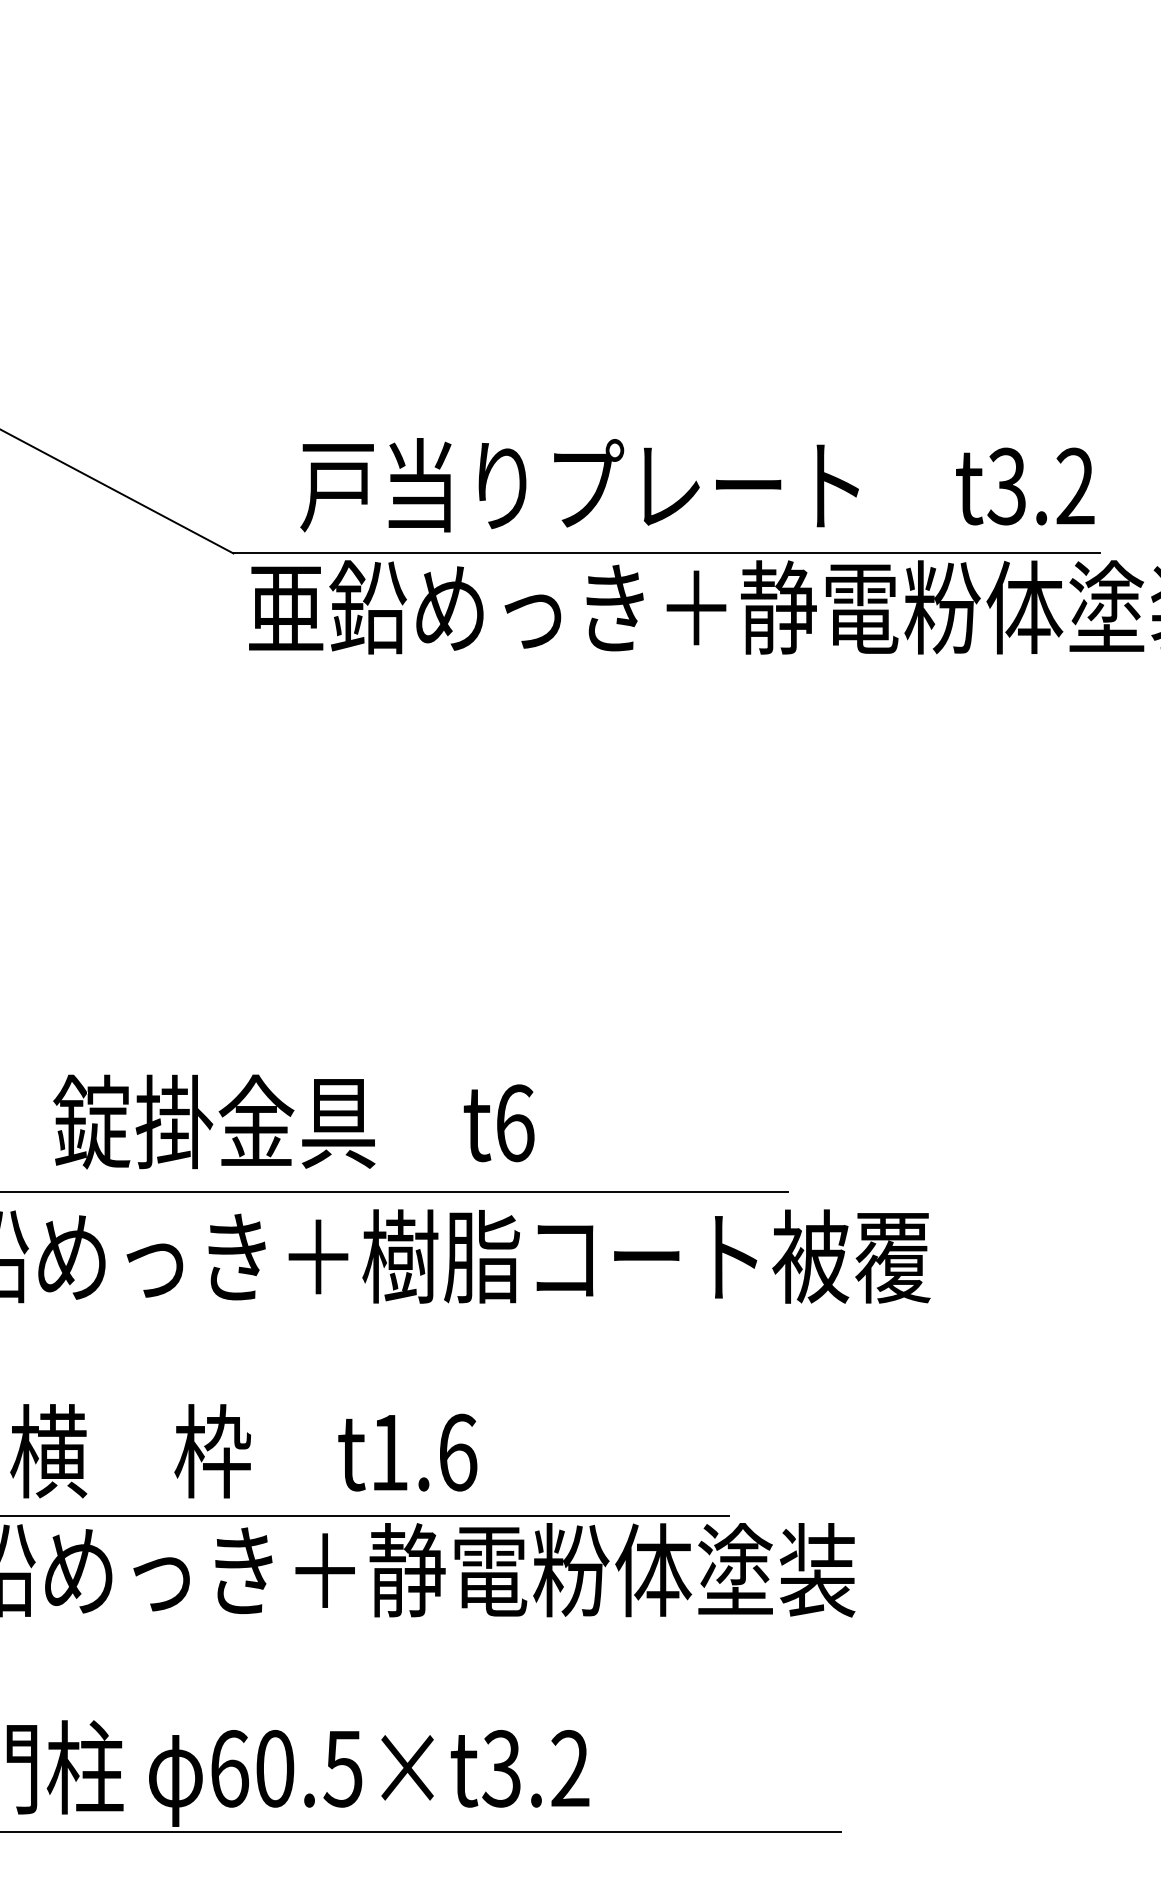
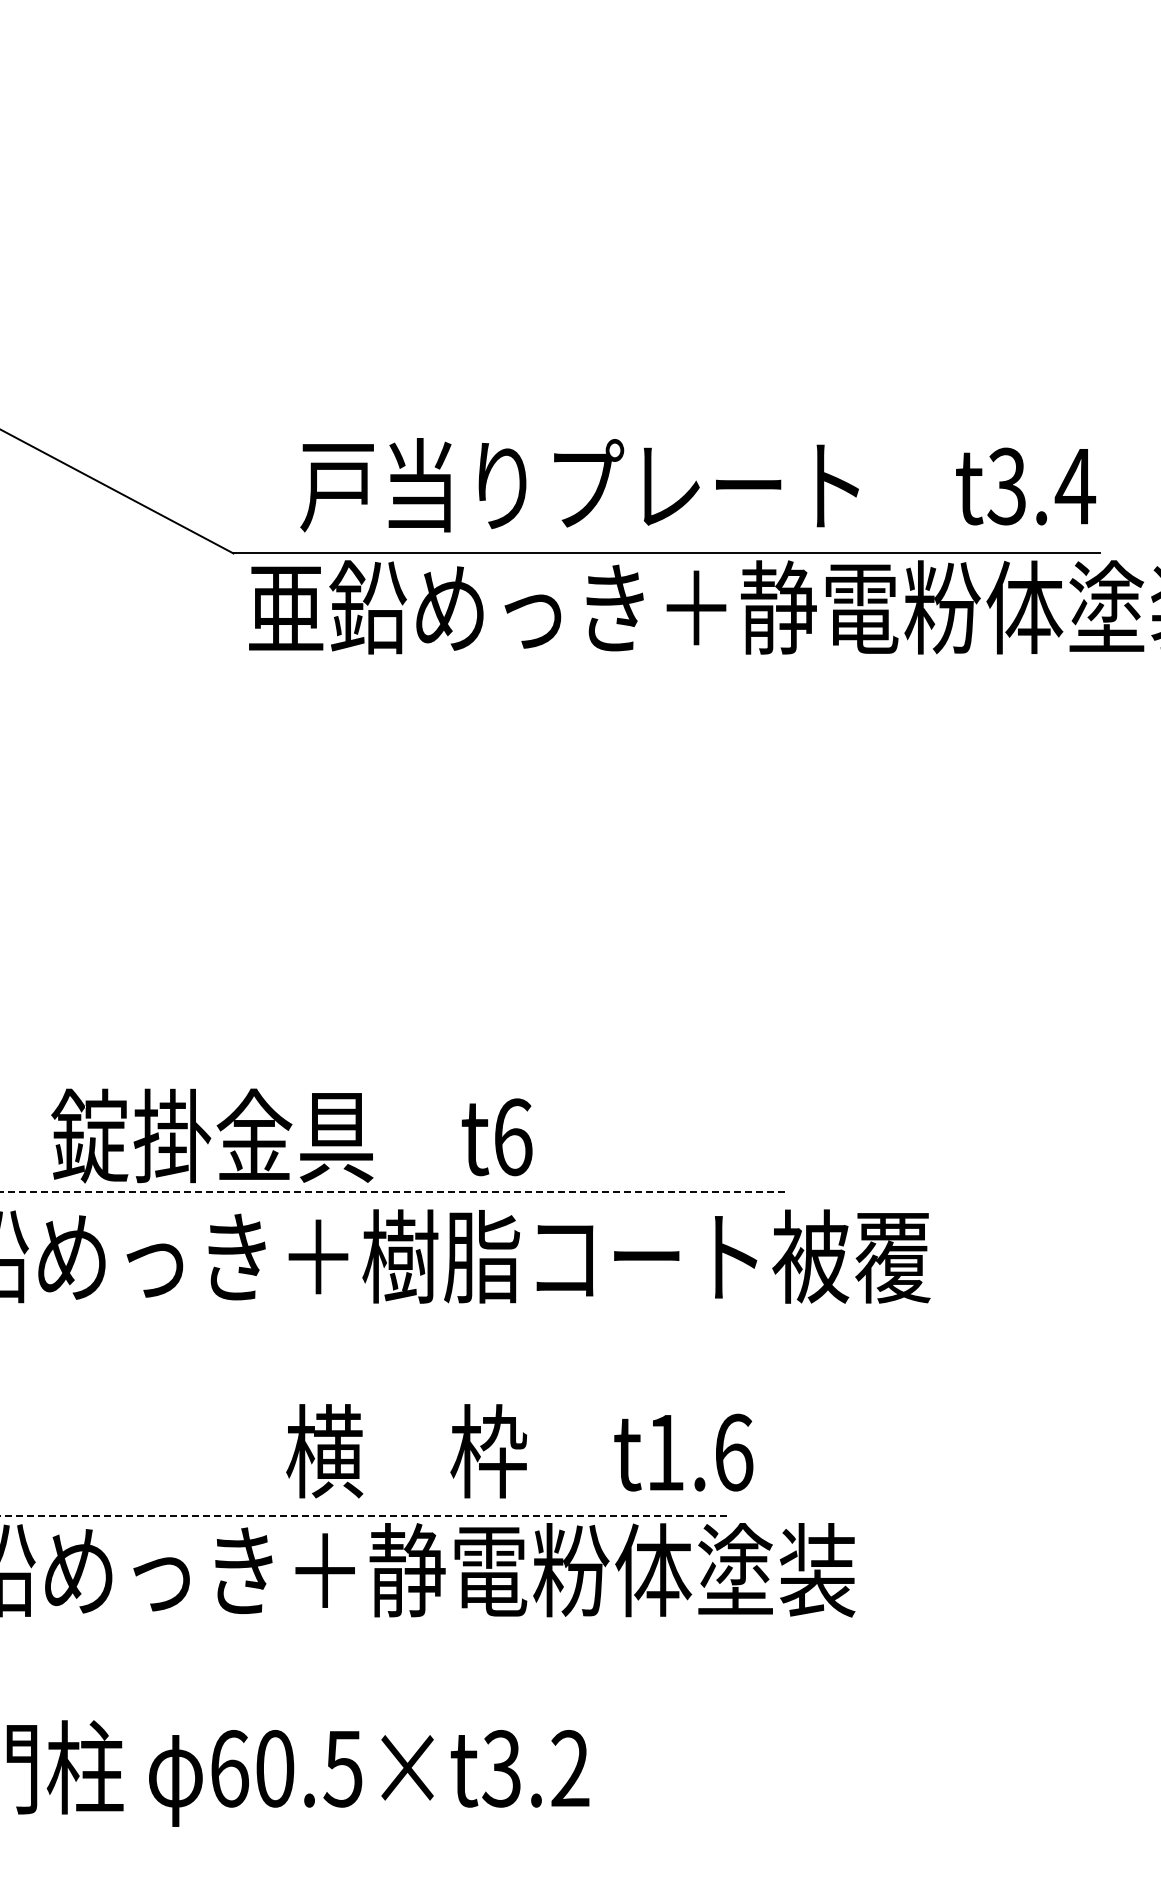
text at (1075, 485): t3.2 -> t3.4
text at (293, 1121) position: (293, 1121) -> (291, 1135)
line at (394, 1191): solid -> dashed
text at (243, 1451) position: (243, 1451) -> (519, 1451)
line at (365, 1516): solid -> dashed
line at (421, 1832): present -> none
